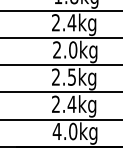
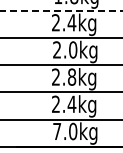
line at (61, 10): solid -> dashed
text at (72, 76): 2.5kg -> 2.8kg
text at (56, 131): 4.0kg -> 7.0kg
